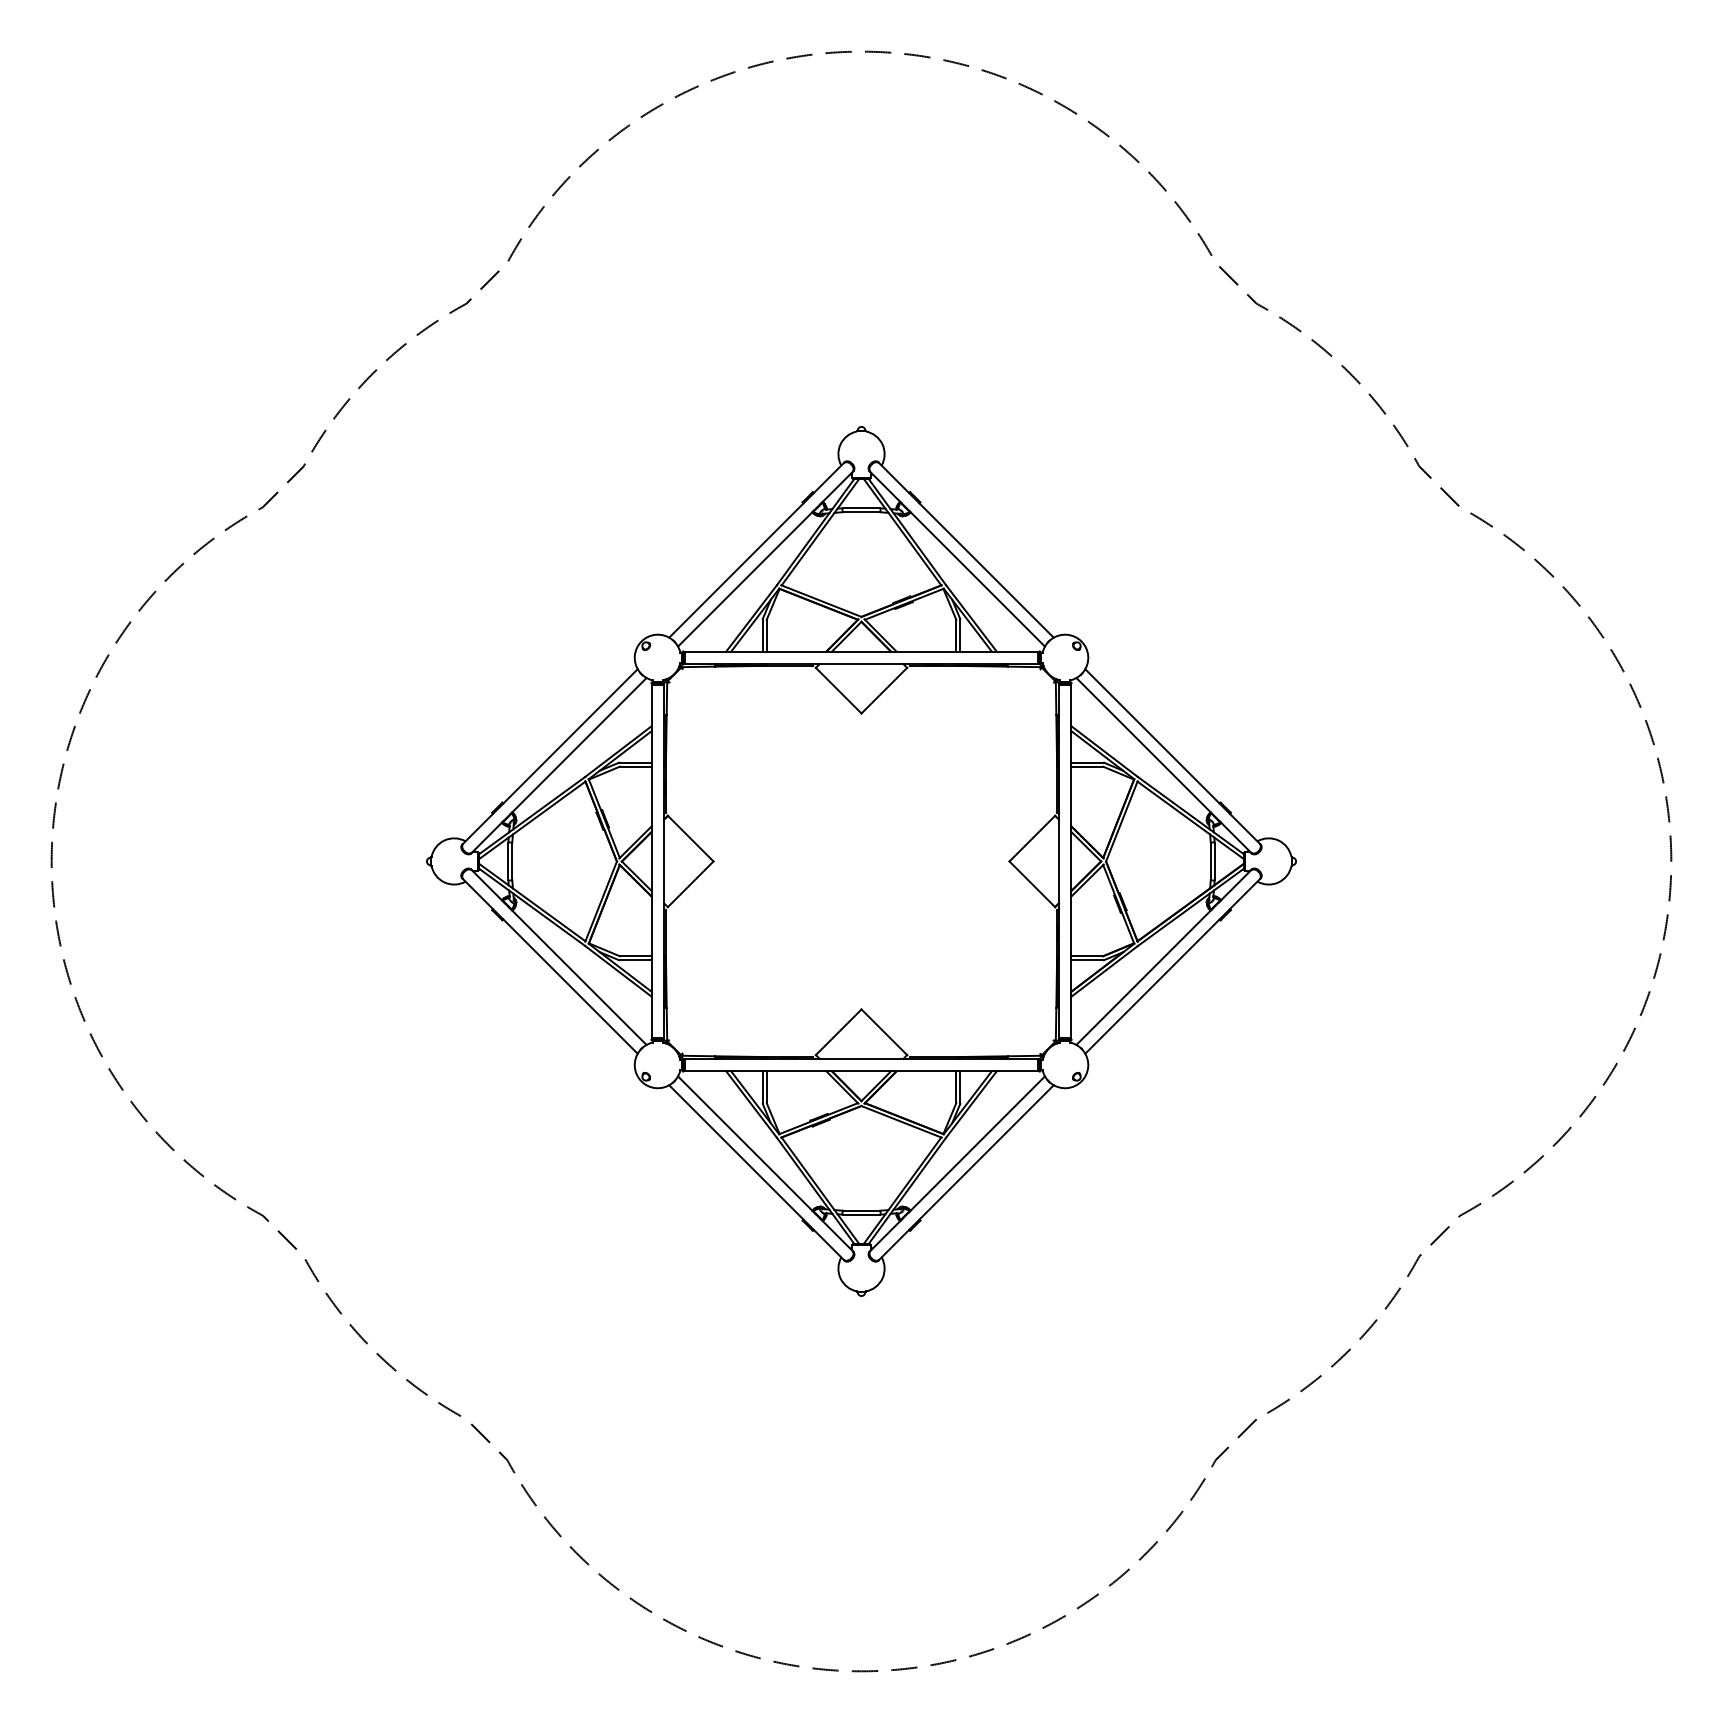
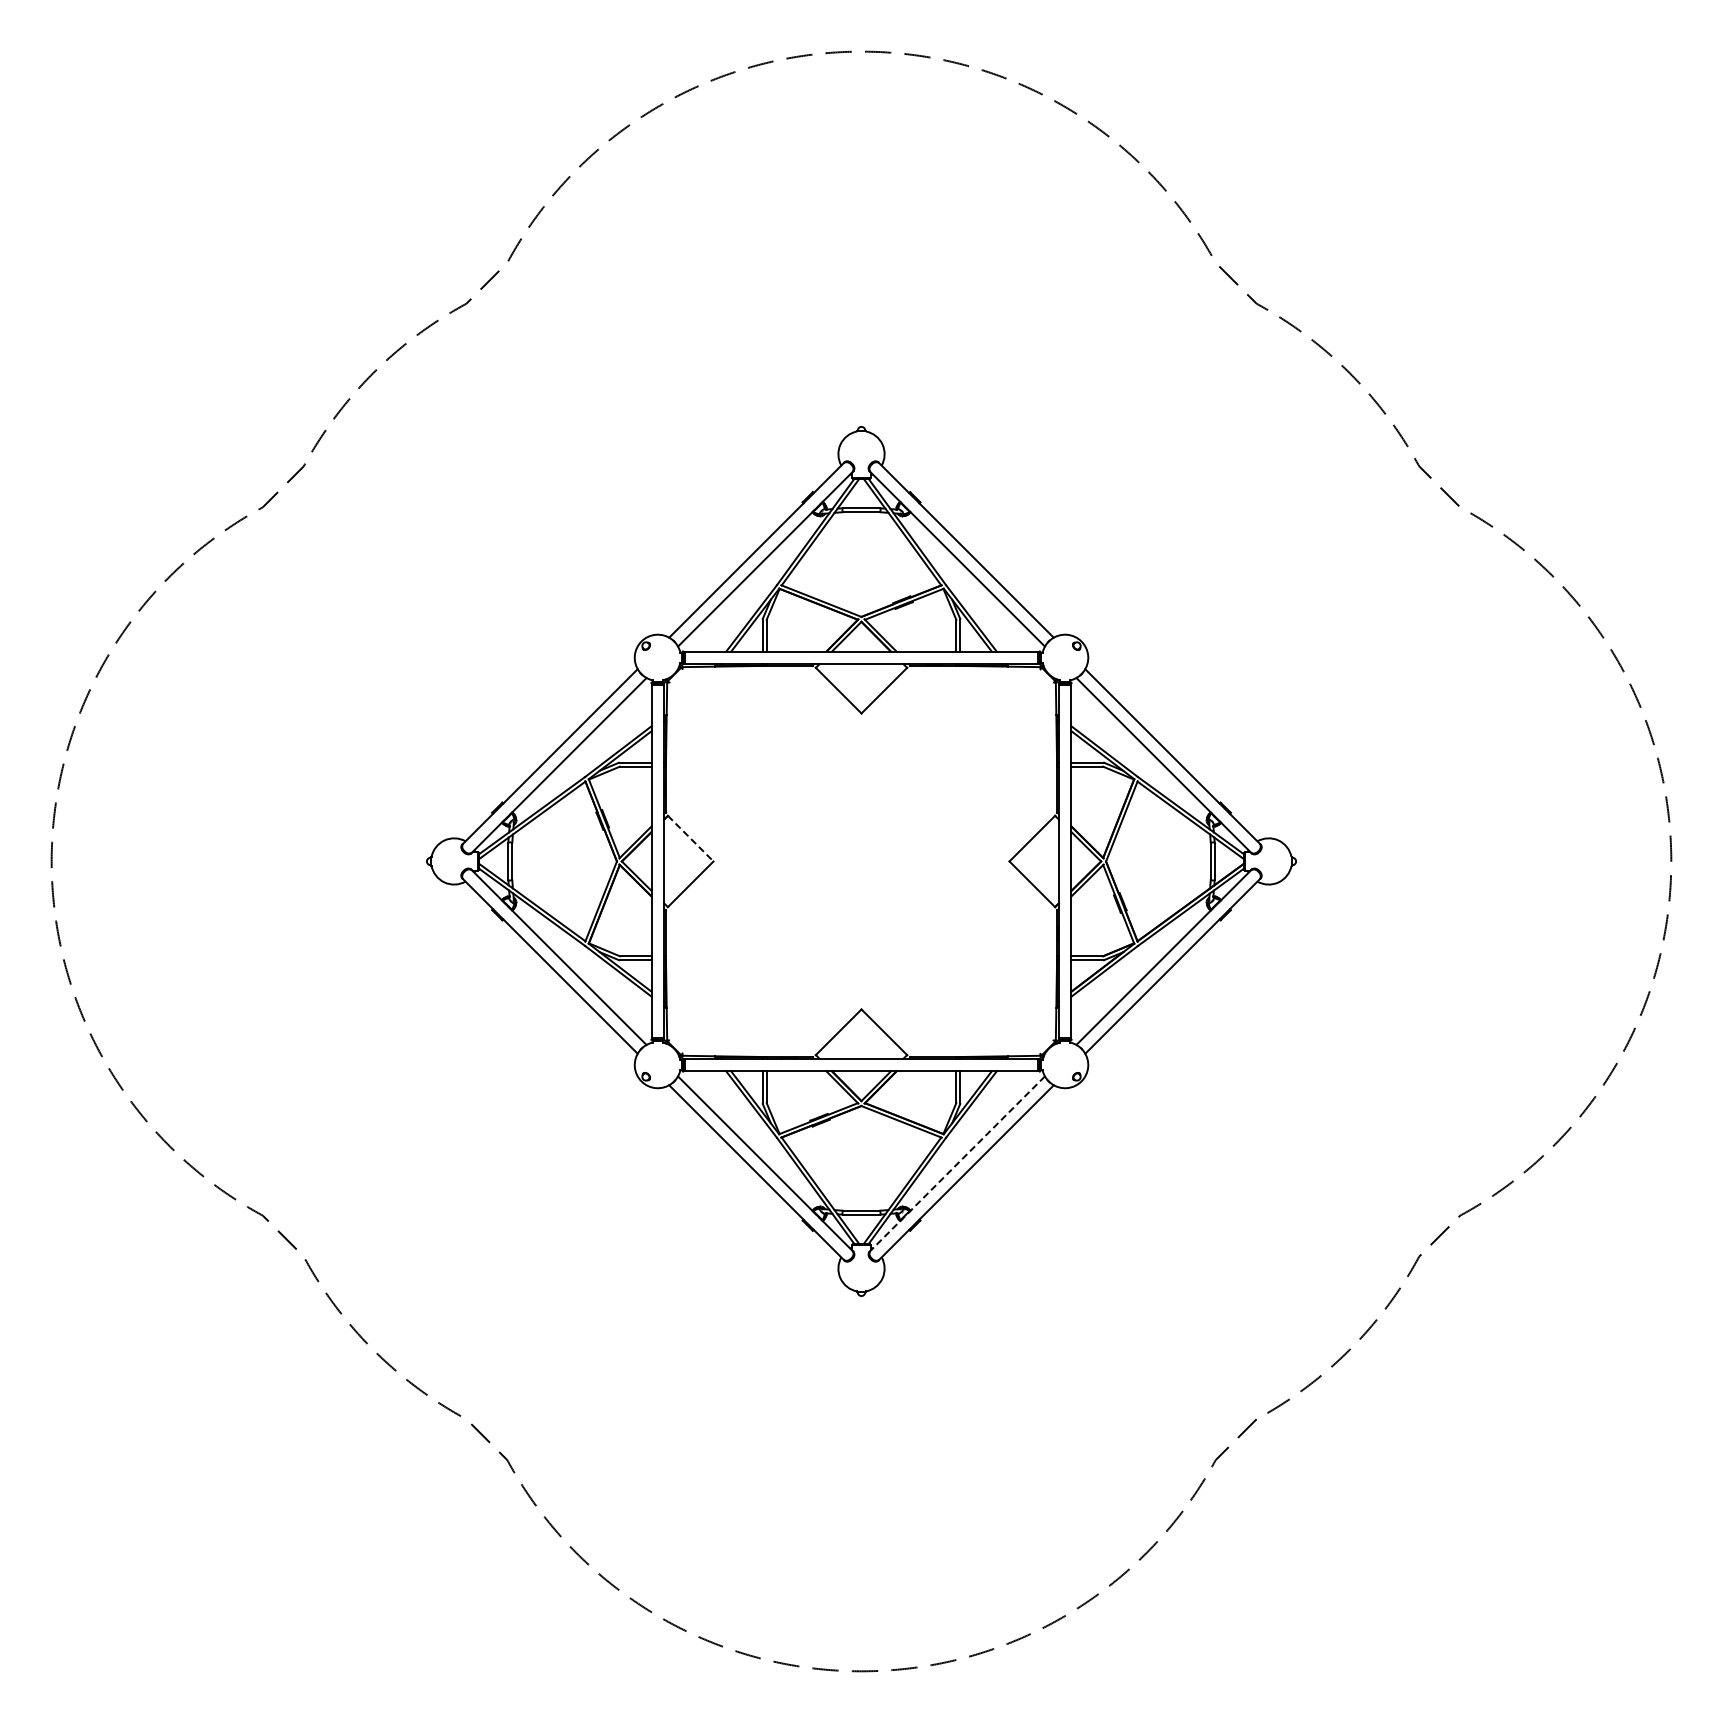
line at (691, 838): solid -> dashed
line at (957, 1164): solid -> dashed
